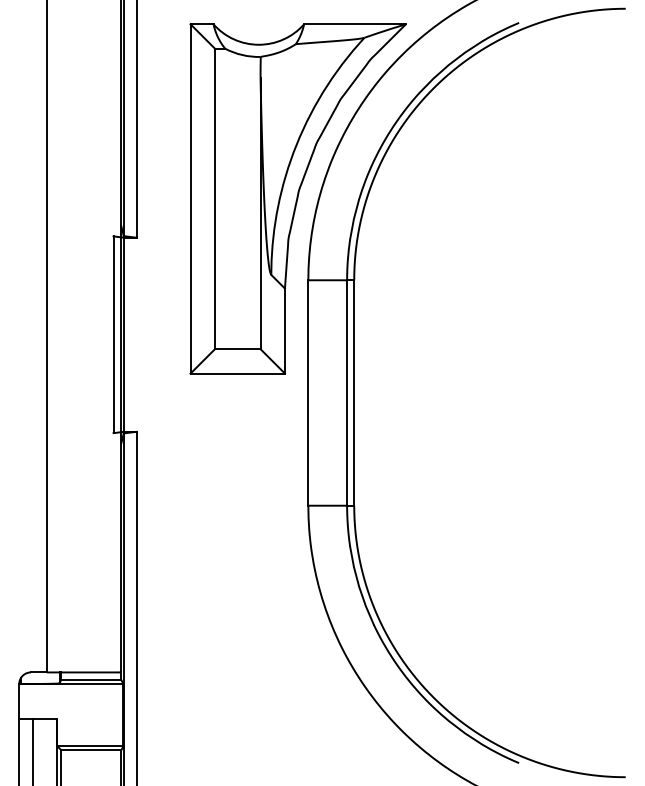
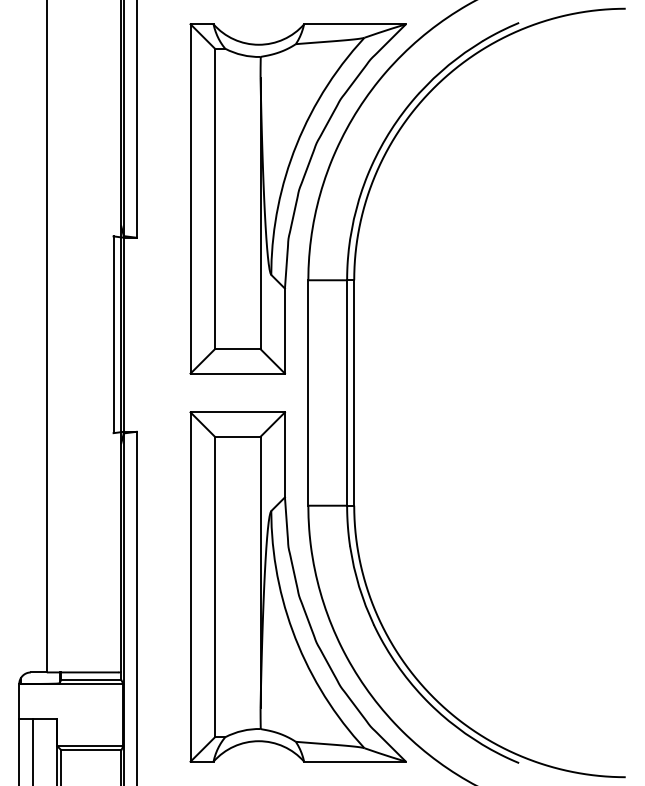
part at (297, 586): none -> present
